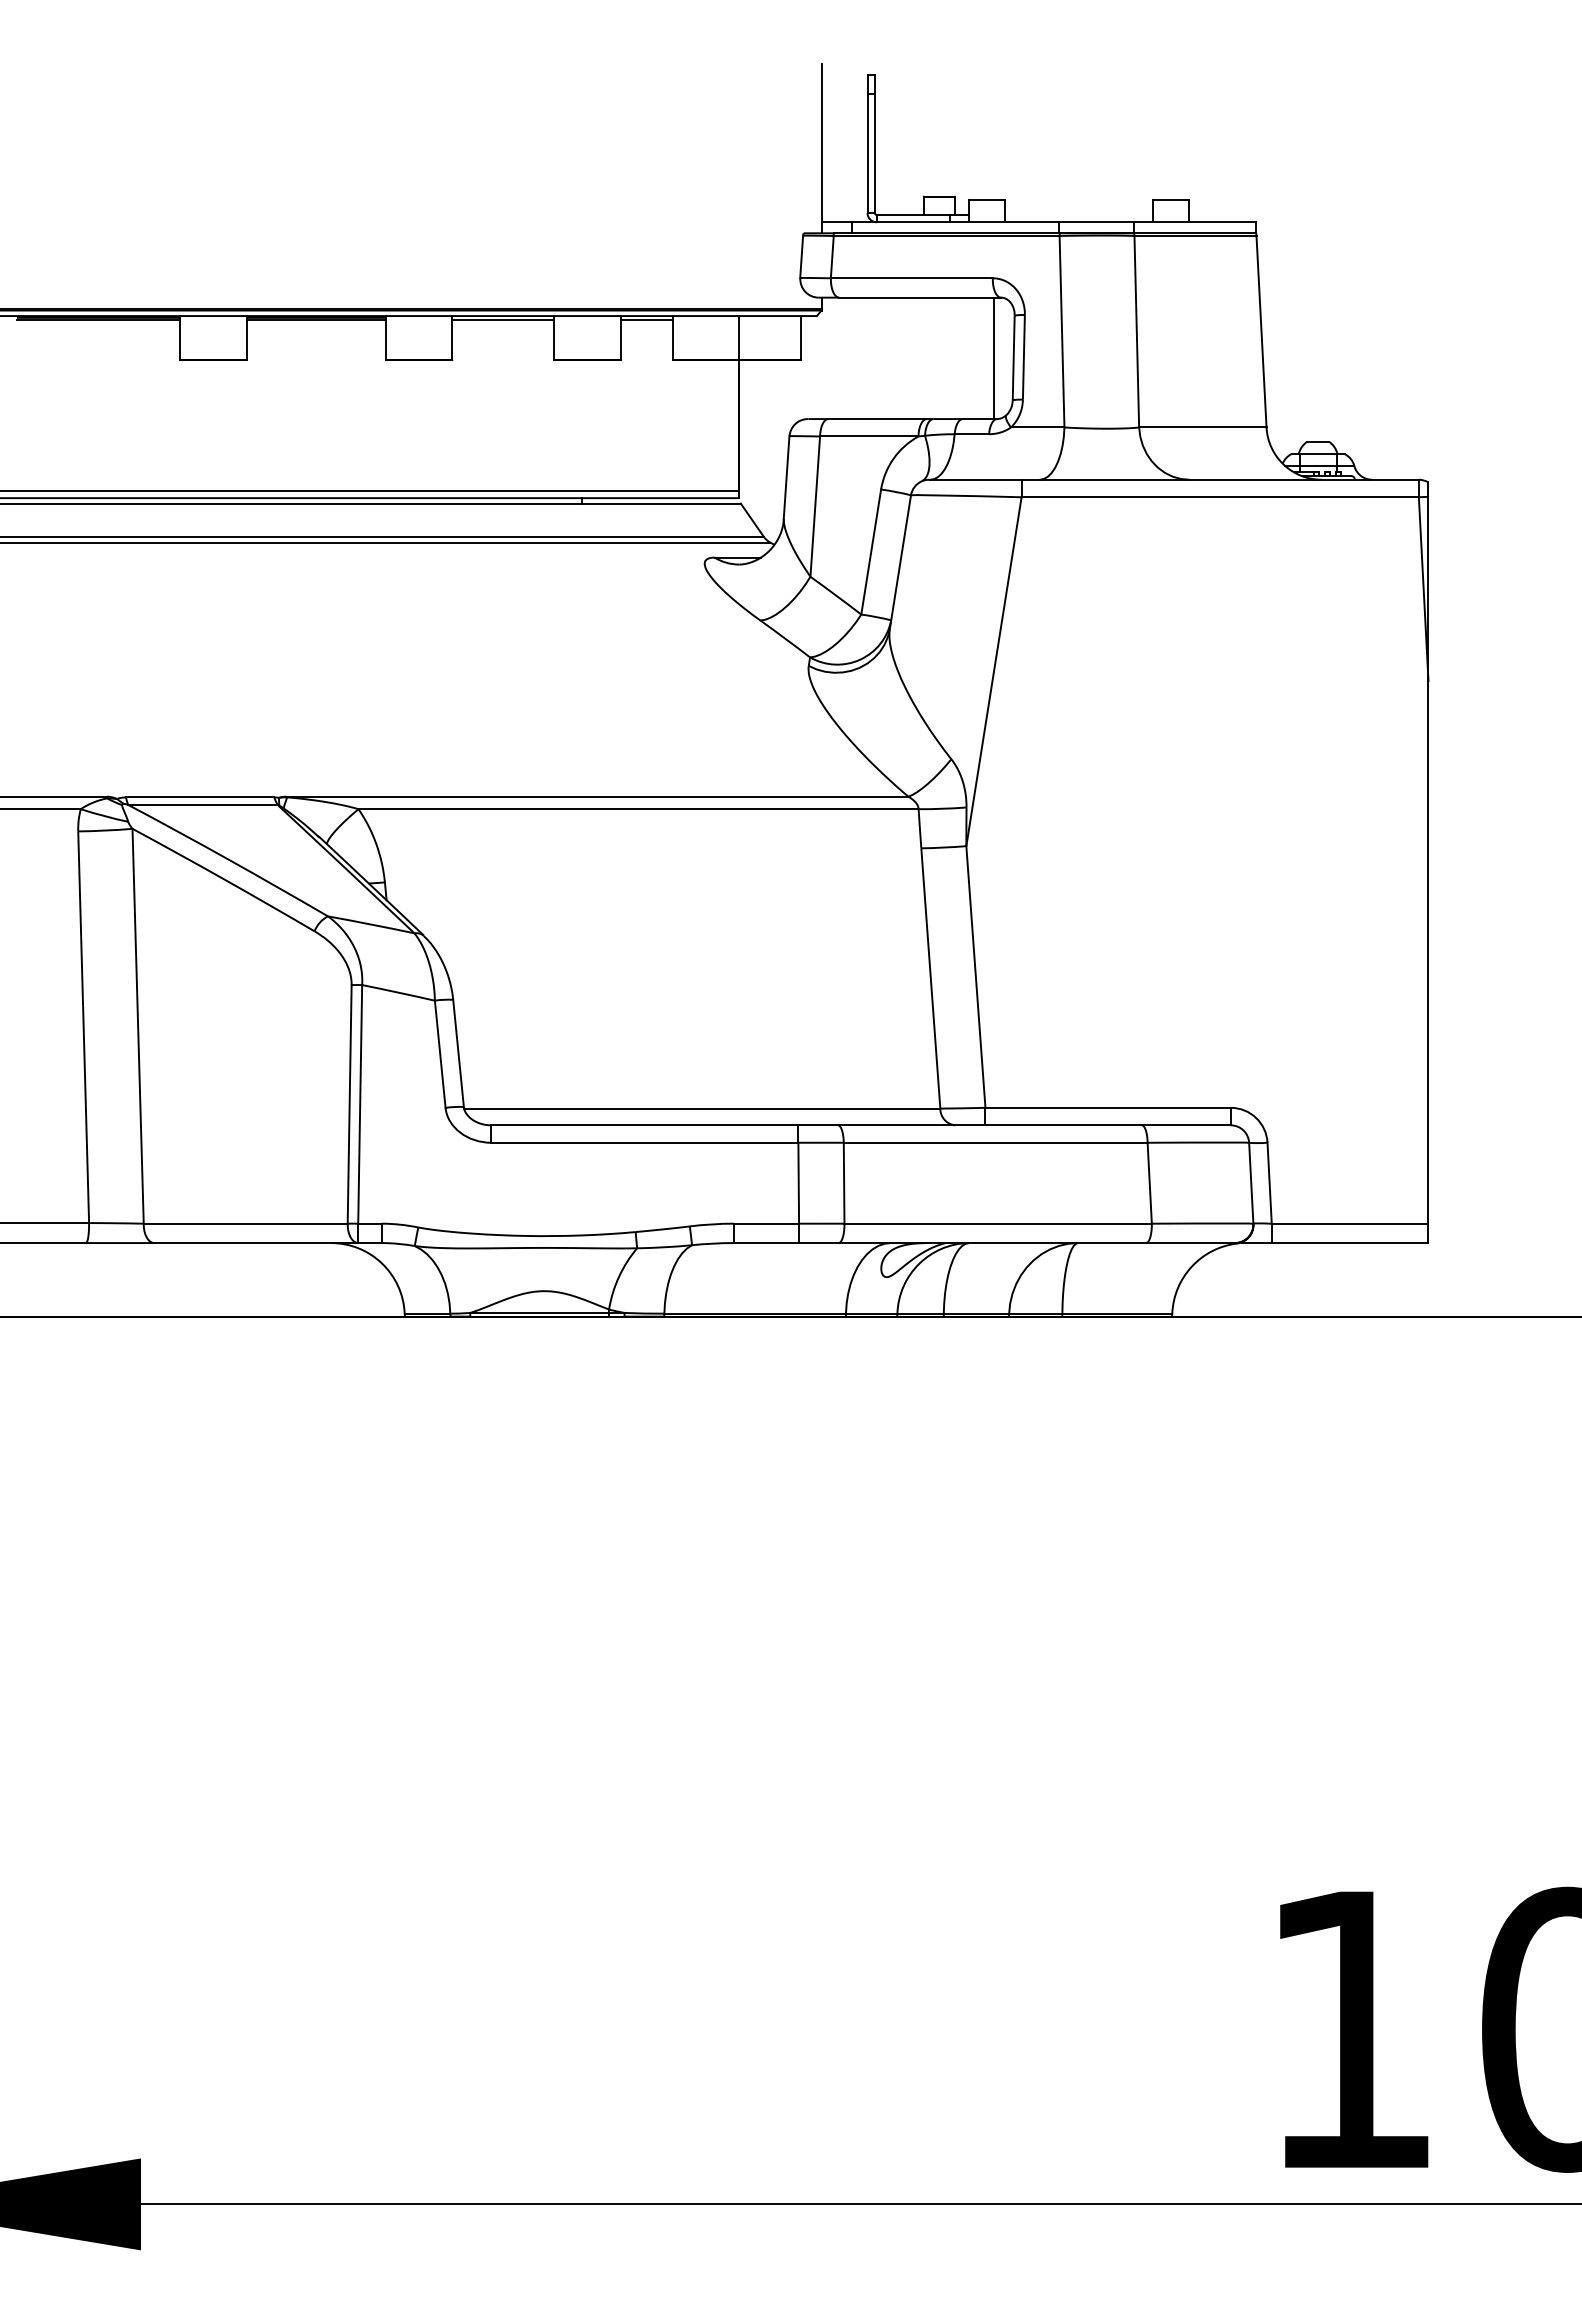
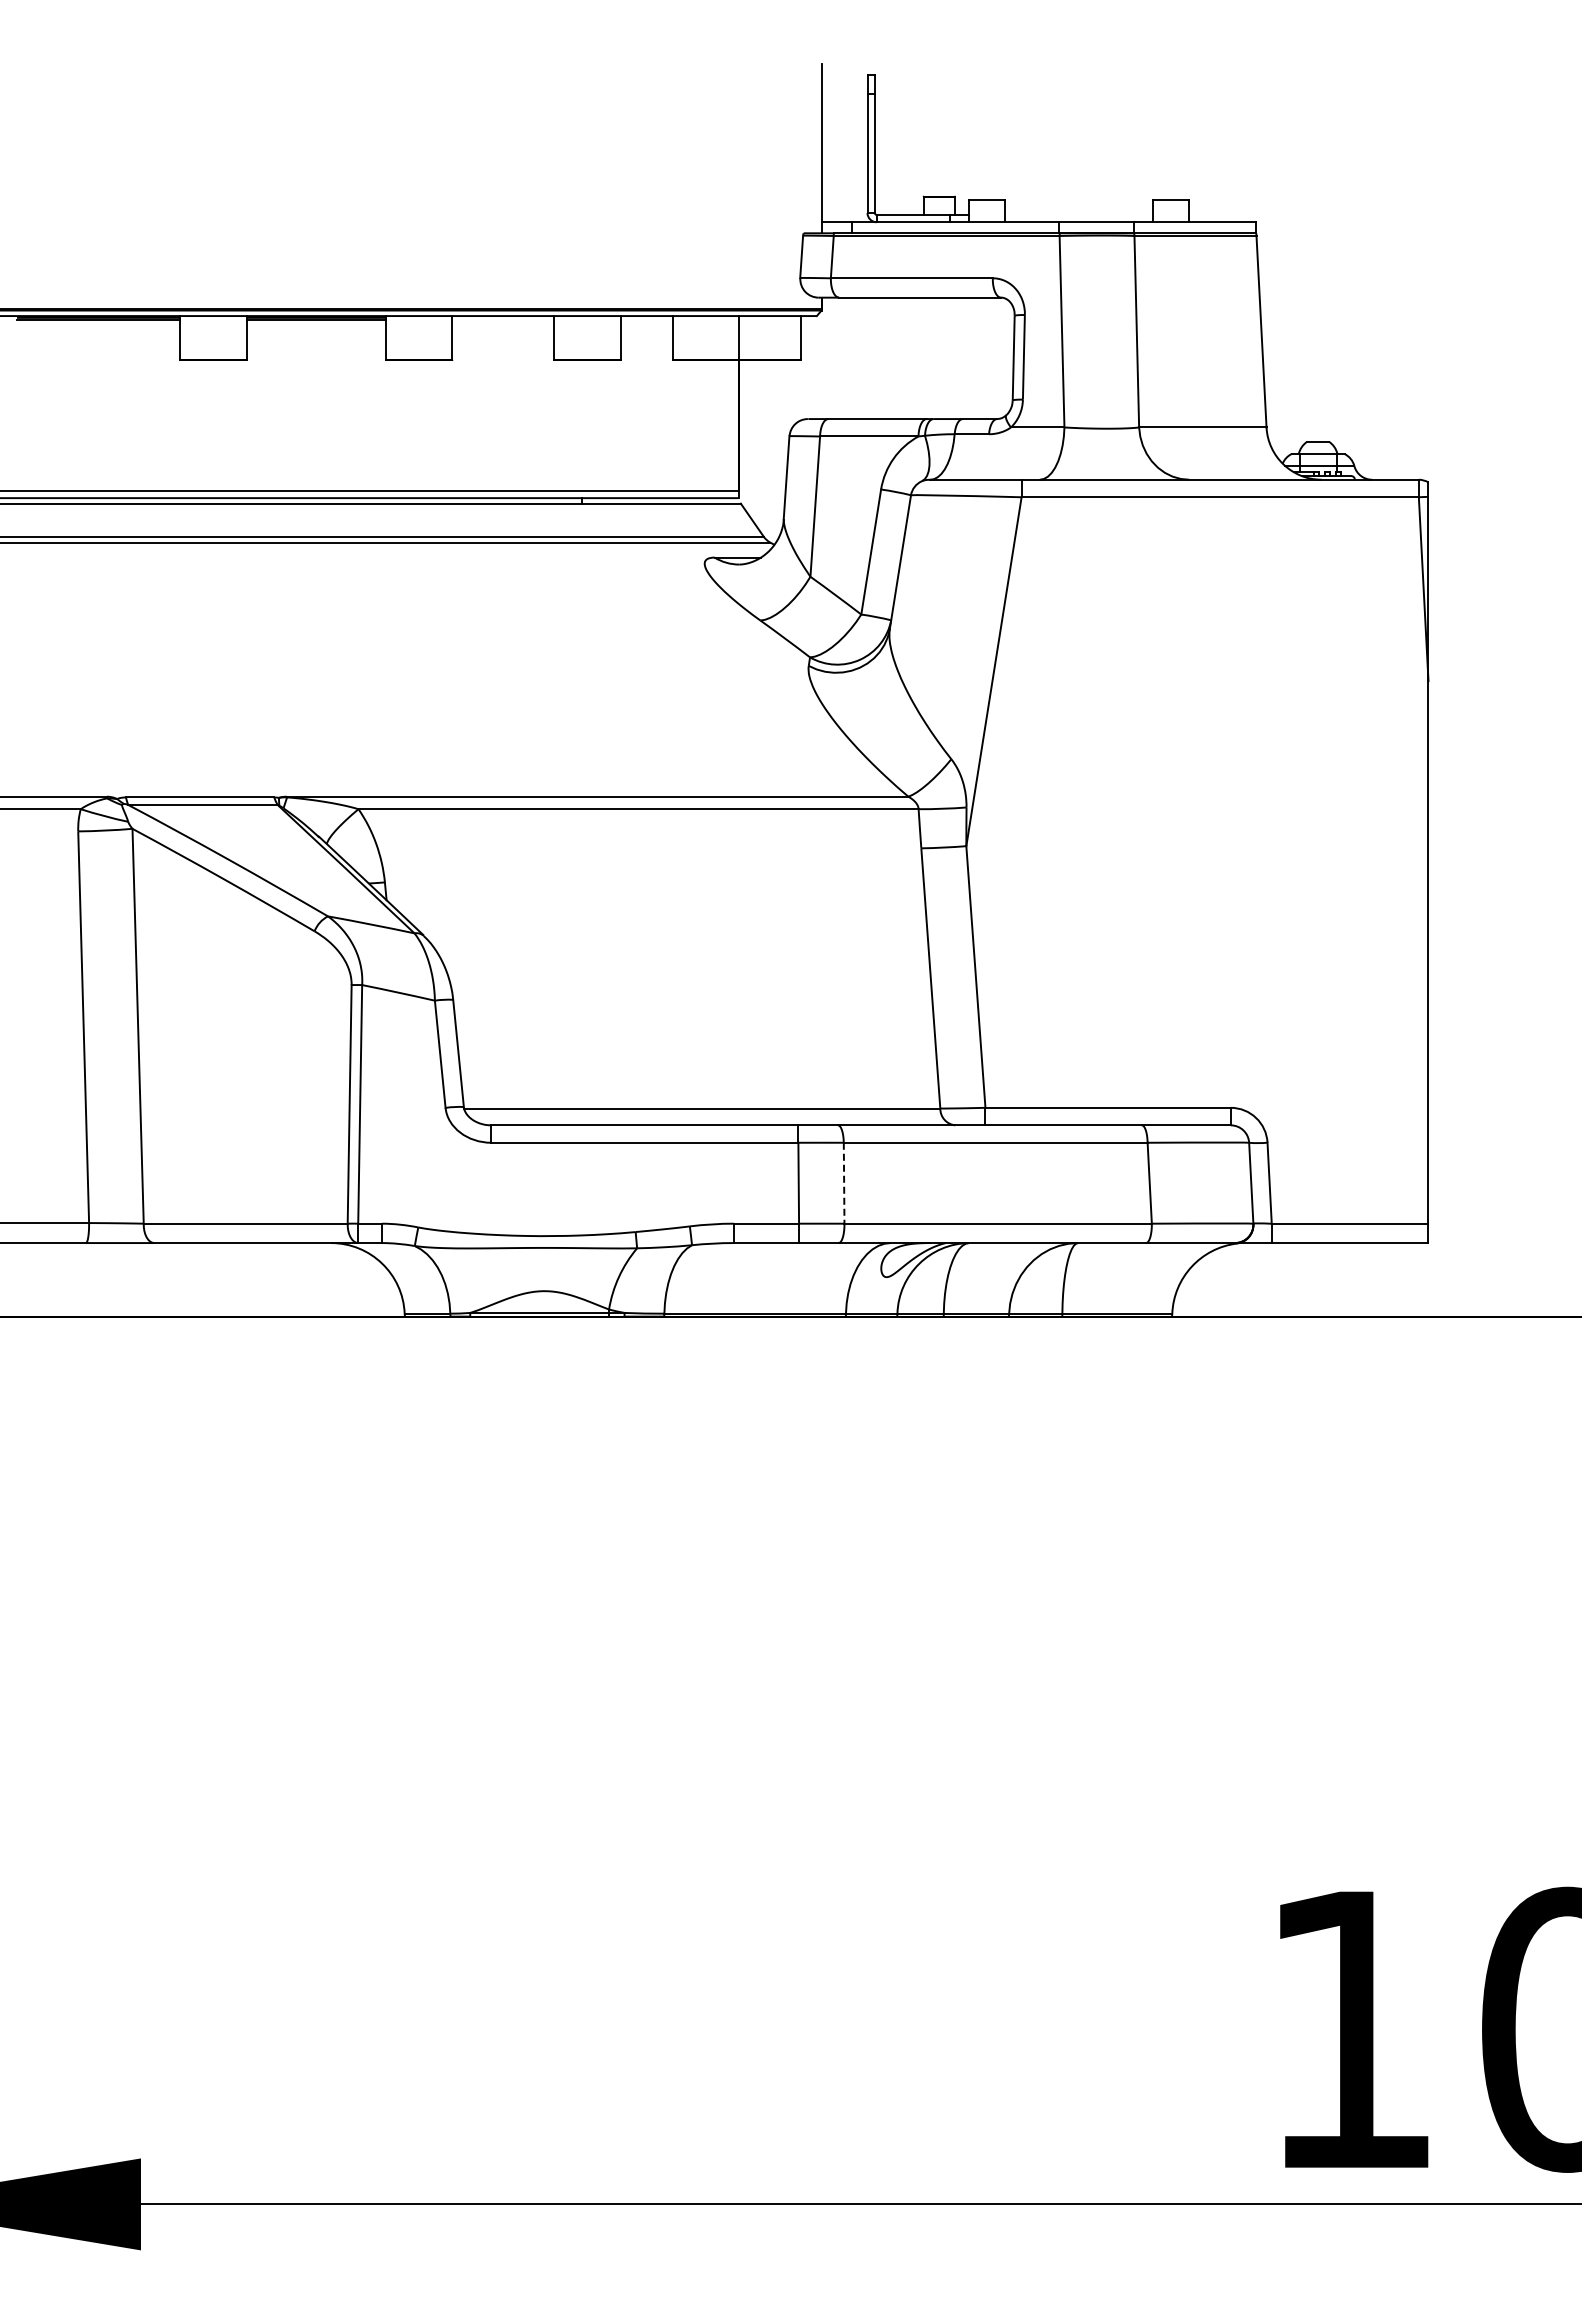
line at (503, 319): present -> none
line at (646, 319): present -> none
line at (993, 358): present -> none
line at (844, 1183): solid -> dashed
